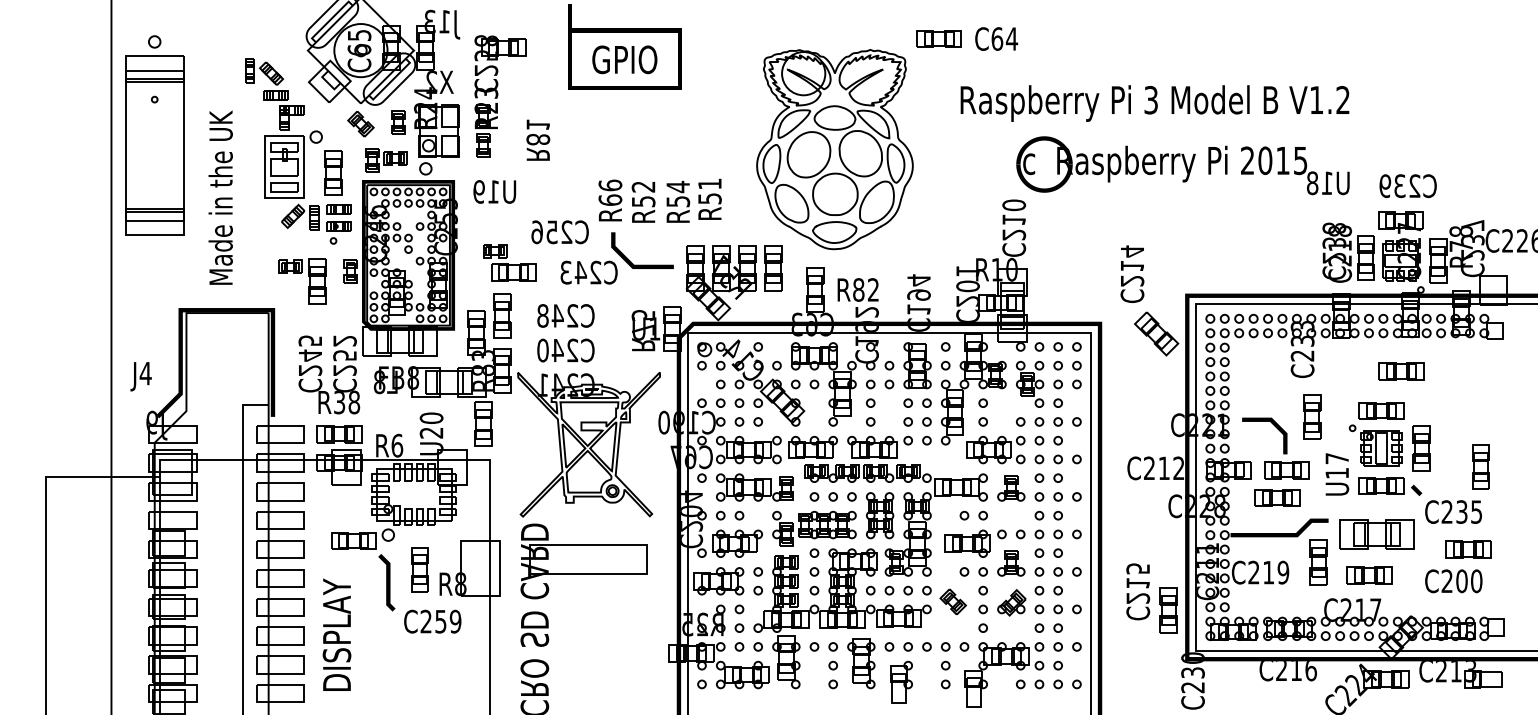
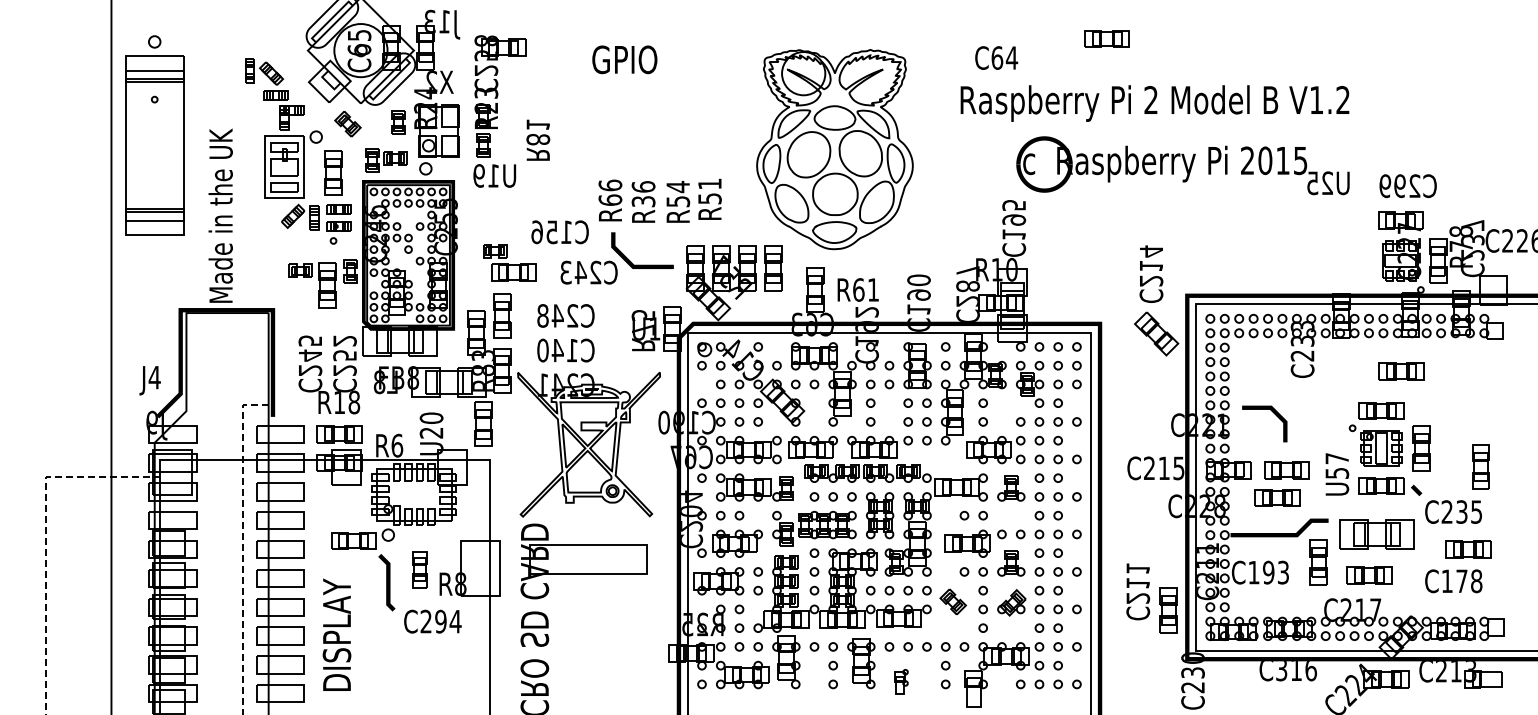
line at (624, 32): present -> none
part at (938, 38) position: (938, 38) -> (1106, 38)
text at (996, 38) position: (996, 38) -> (996, 57)
text at (1150, 100): 3 -> 2
part at (360, 124) position: (360, 124) -> (347, 124)
text at (1319, 183): U18 -> U25
text at (1399, 185): C239 -> C299
text at (494, 191) position: (494, 191) -> (494, 175)
text at (643, 193): R52 -> R36
text at (220, 197) position: (220, 197) -> (220, 215)
text at (1014, 219): C210 -> C195
text at (566, 231): C256 -> C156
part at (1348, 252): present -> none
text at (1132, 273) position: (1132, 273) -> (1151, 273)
text at (967, 279): C201 -> C287
text at (918, 280): C194 -> C190
part at (309, 281) position: (309, 281) -> (319, 285)
text at (865, 289): R82 -> R61
text at (572, 350): C240 -> C140
text at (140, 376) position: (140, 376) -> (149, 380)
text at (339, 402): R38 -> R18
part at (1312, 416): present -> none
line at (1273, 425) position: (1273, 425) -> (1273, 413)
text at (1178, 468): C212 -> C215
text at (1337, 473): U17 -> U57
line at (46, 538): solid -> dashed
line at (242, 546): solid -> dashed
text at (1137, 568): C215 -> C211
part at (419, 569) size: 18x46 px -> 16x38 px
text at (1268, 572): C219 -> C193
text at (1461, 581): C200 -> C178
text at (448, 621): C259 -> C294
text at (1281, 671): C216 -> C316
part at (901, 681) size: 23x44 px -> 15x26 px
